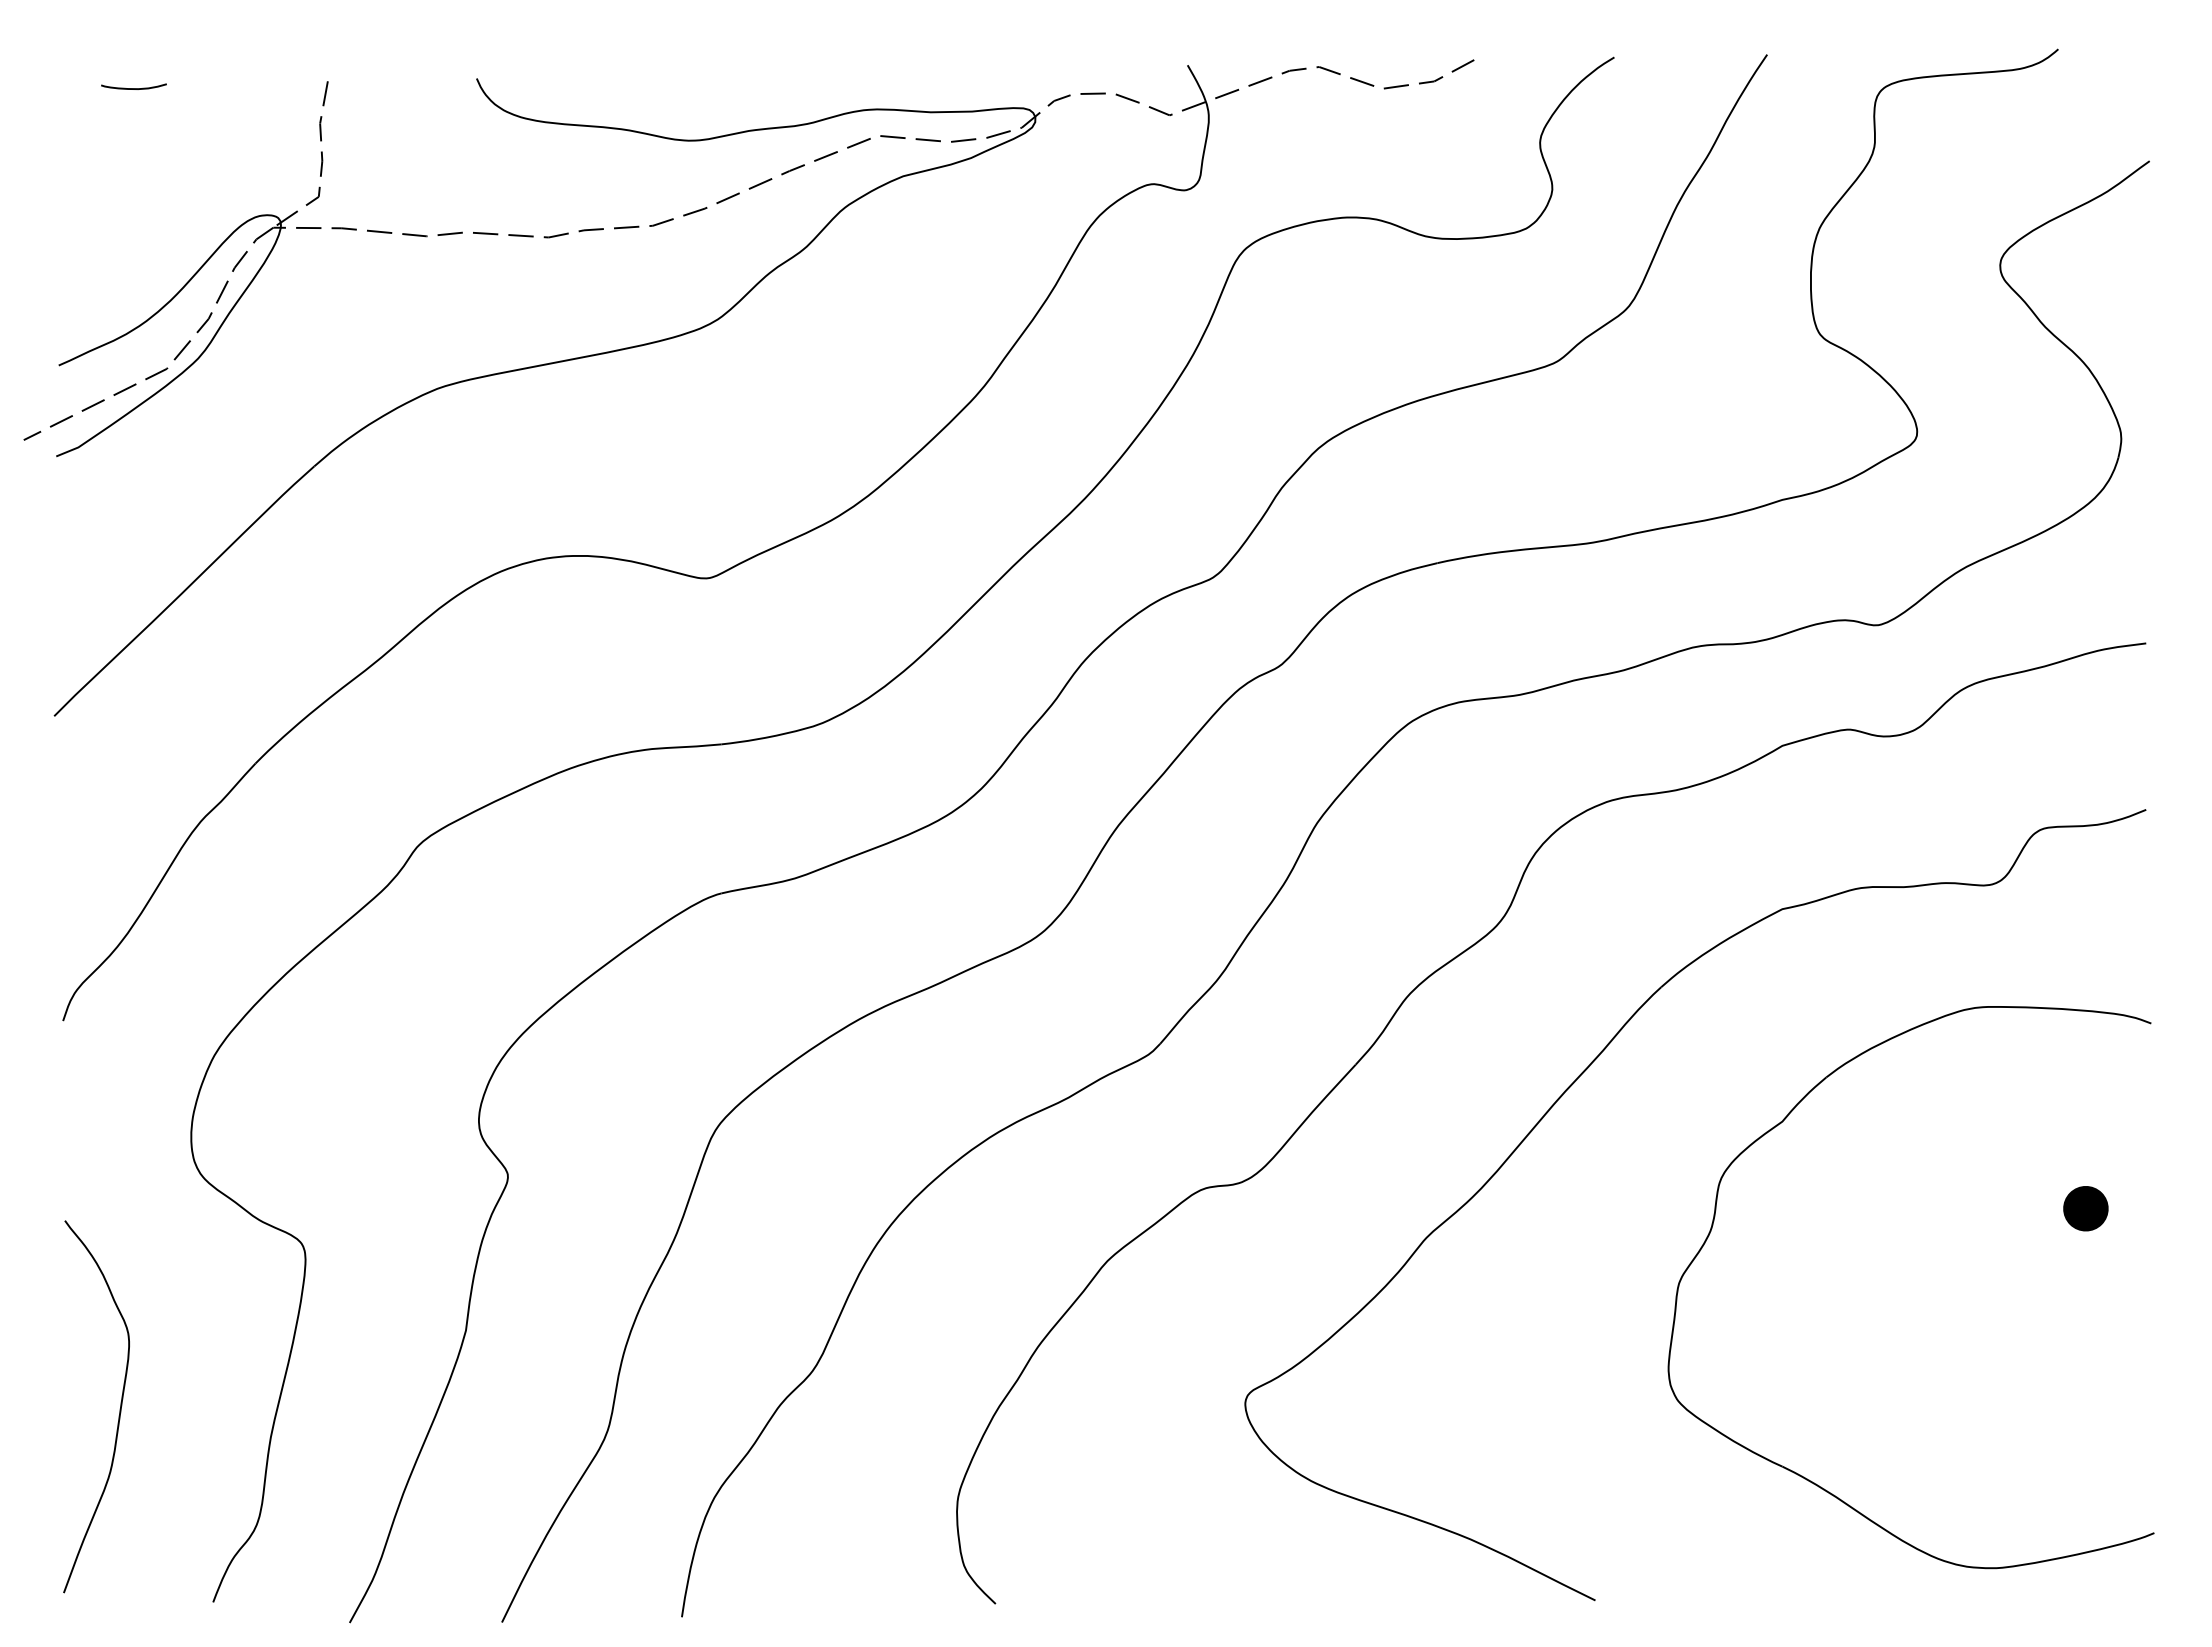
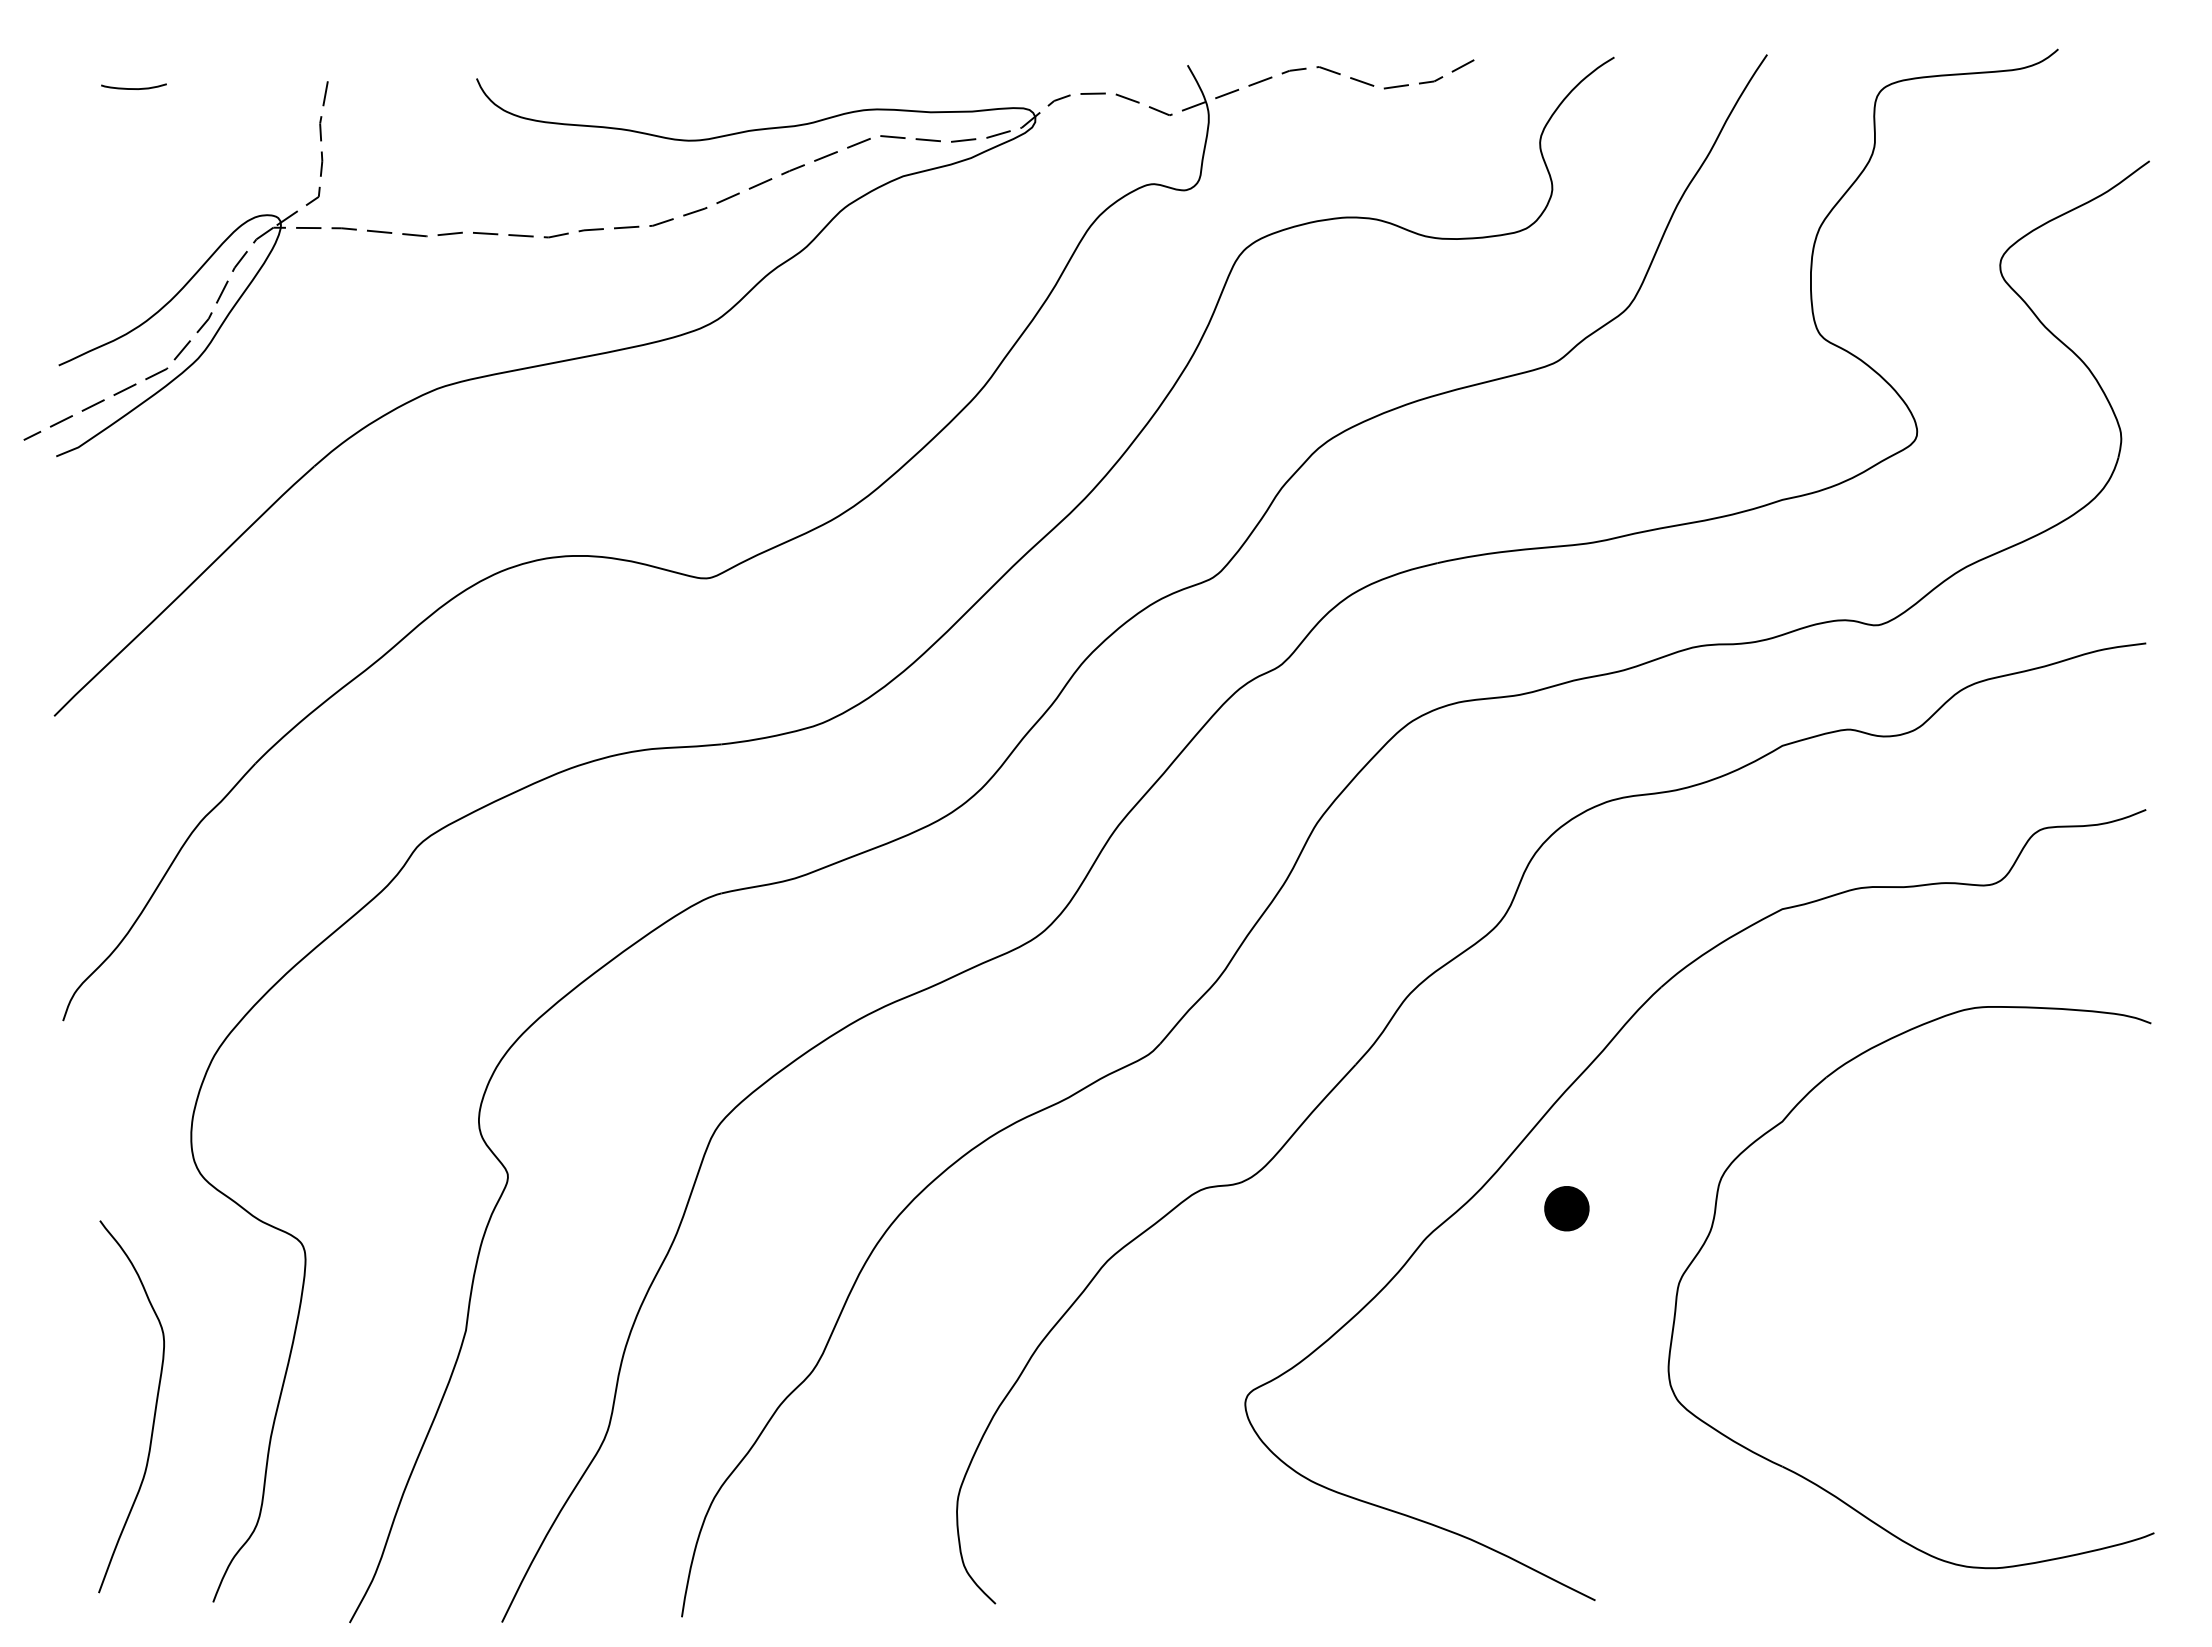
part at (2085, 1208) position: (2085, 1208) -> (1566, 1208)
curve at (119, 1409) position: (119, 1409) -> (154, 1409)
